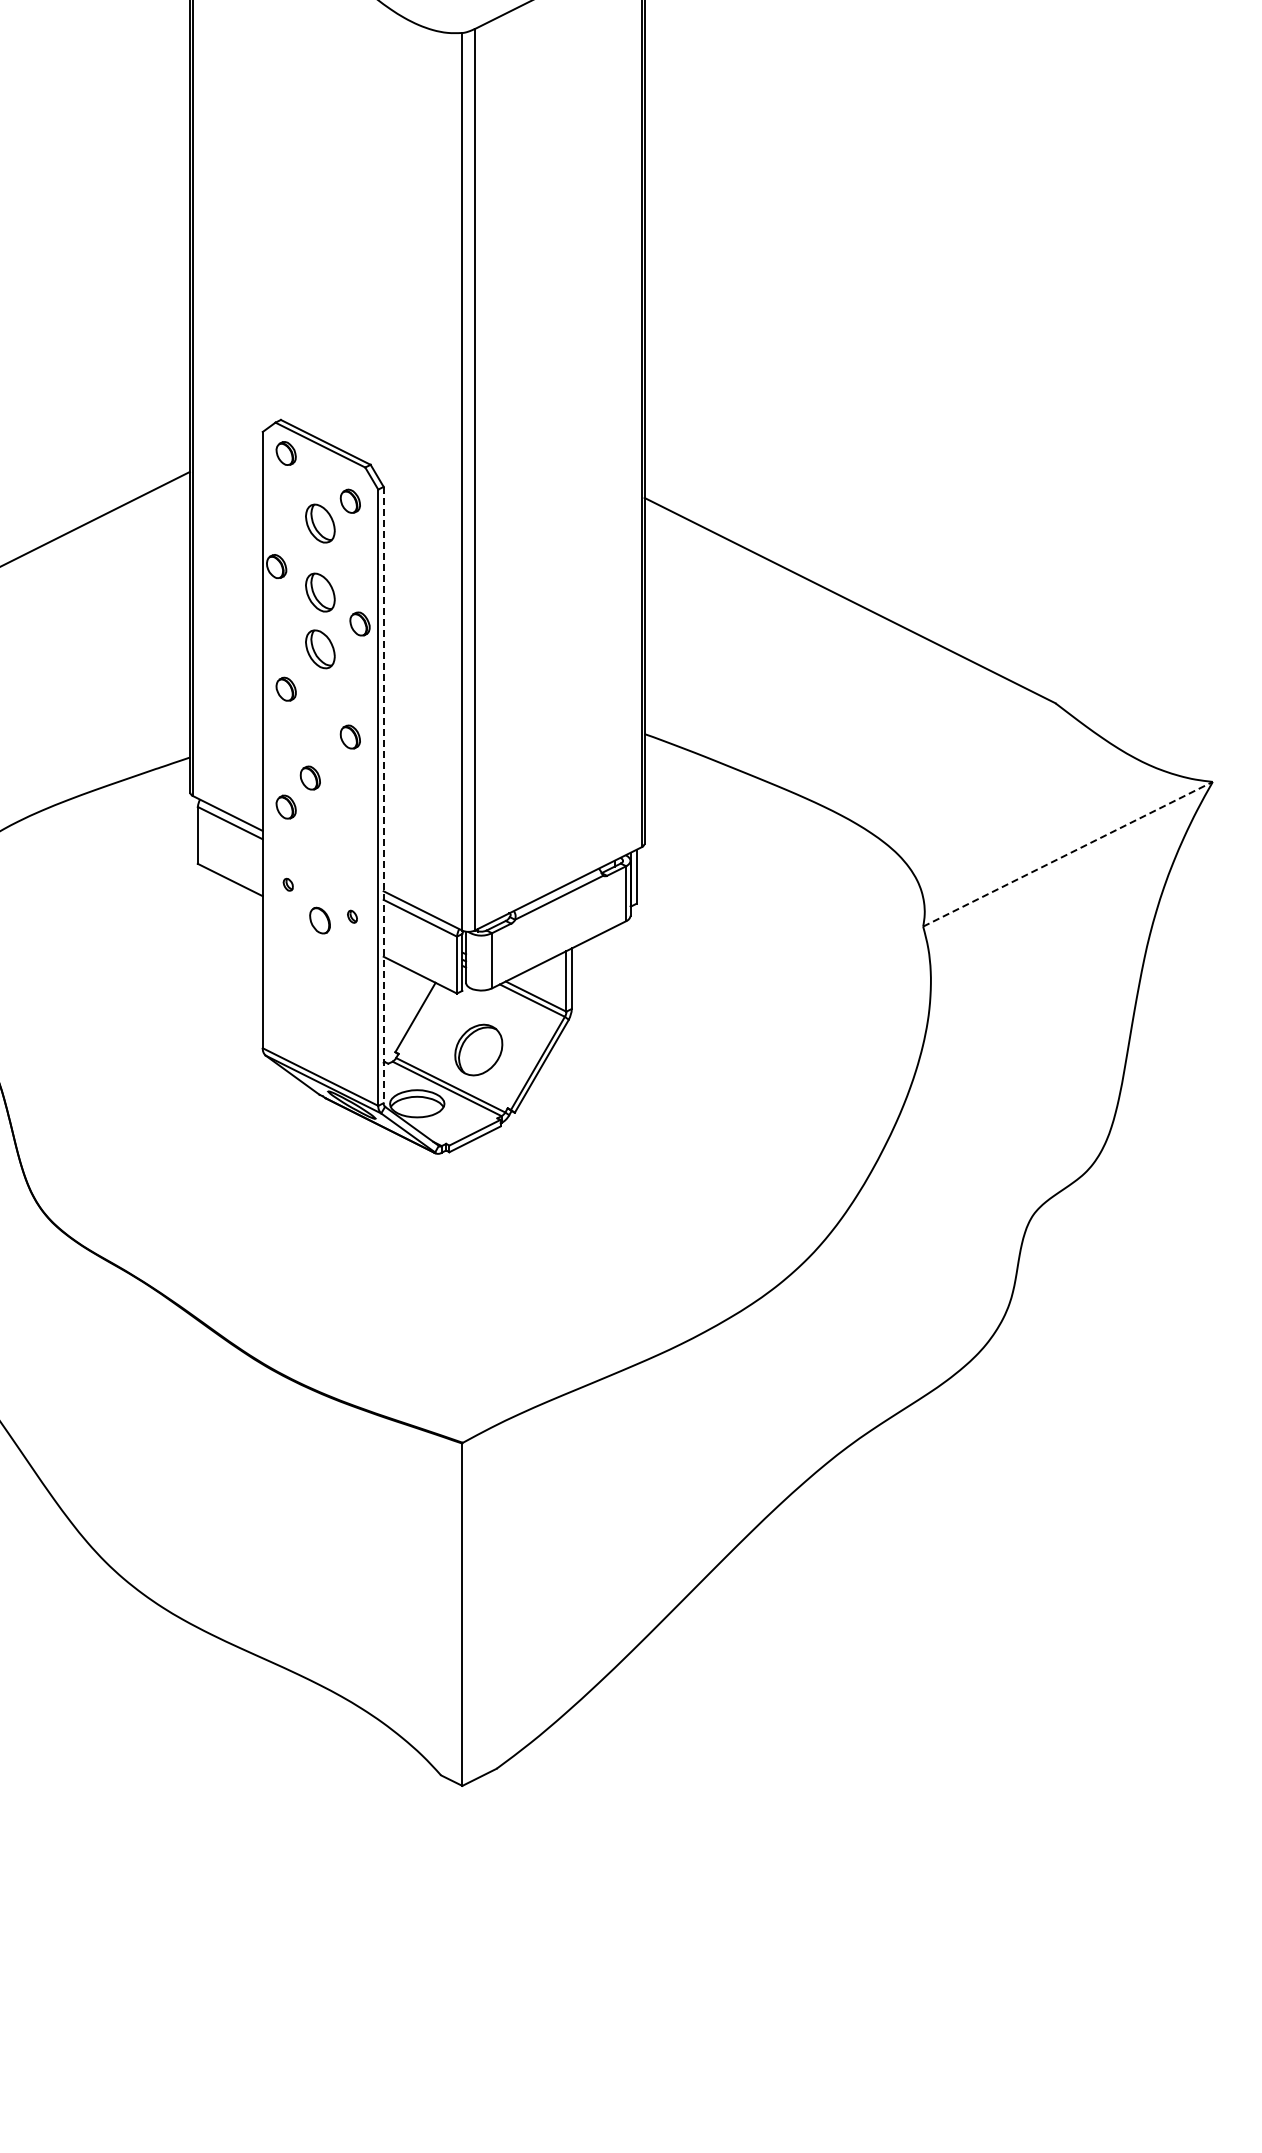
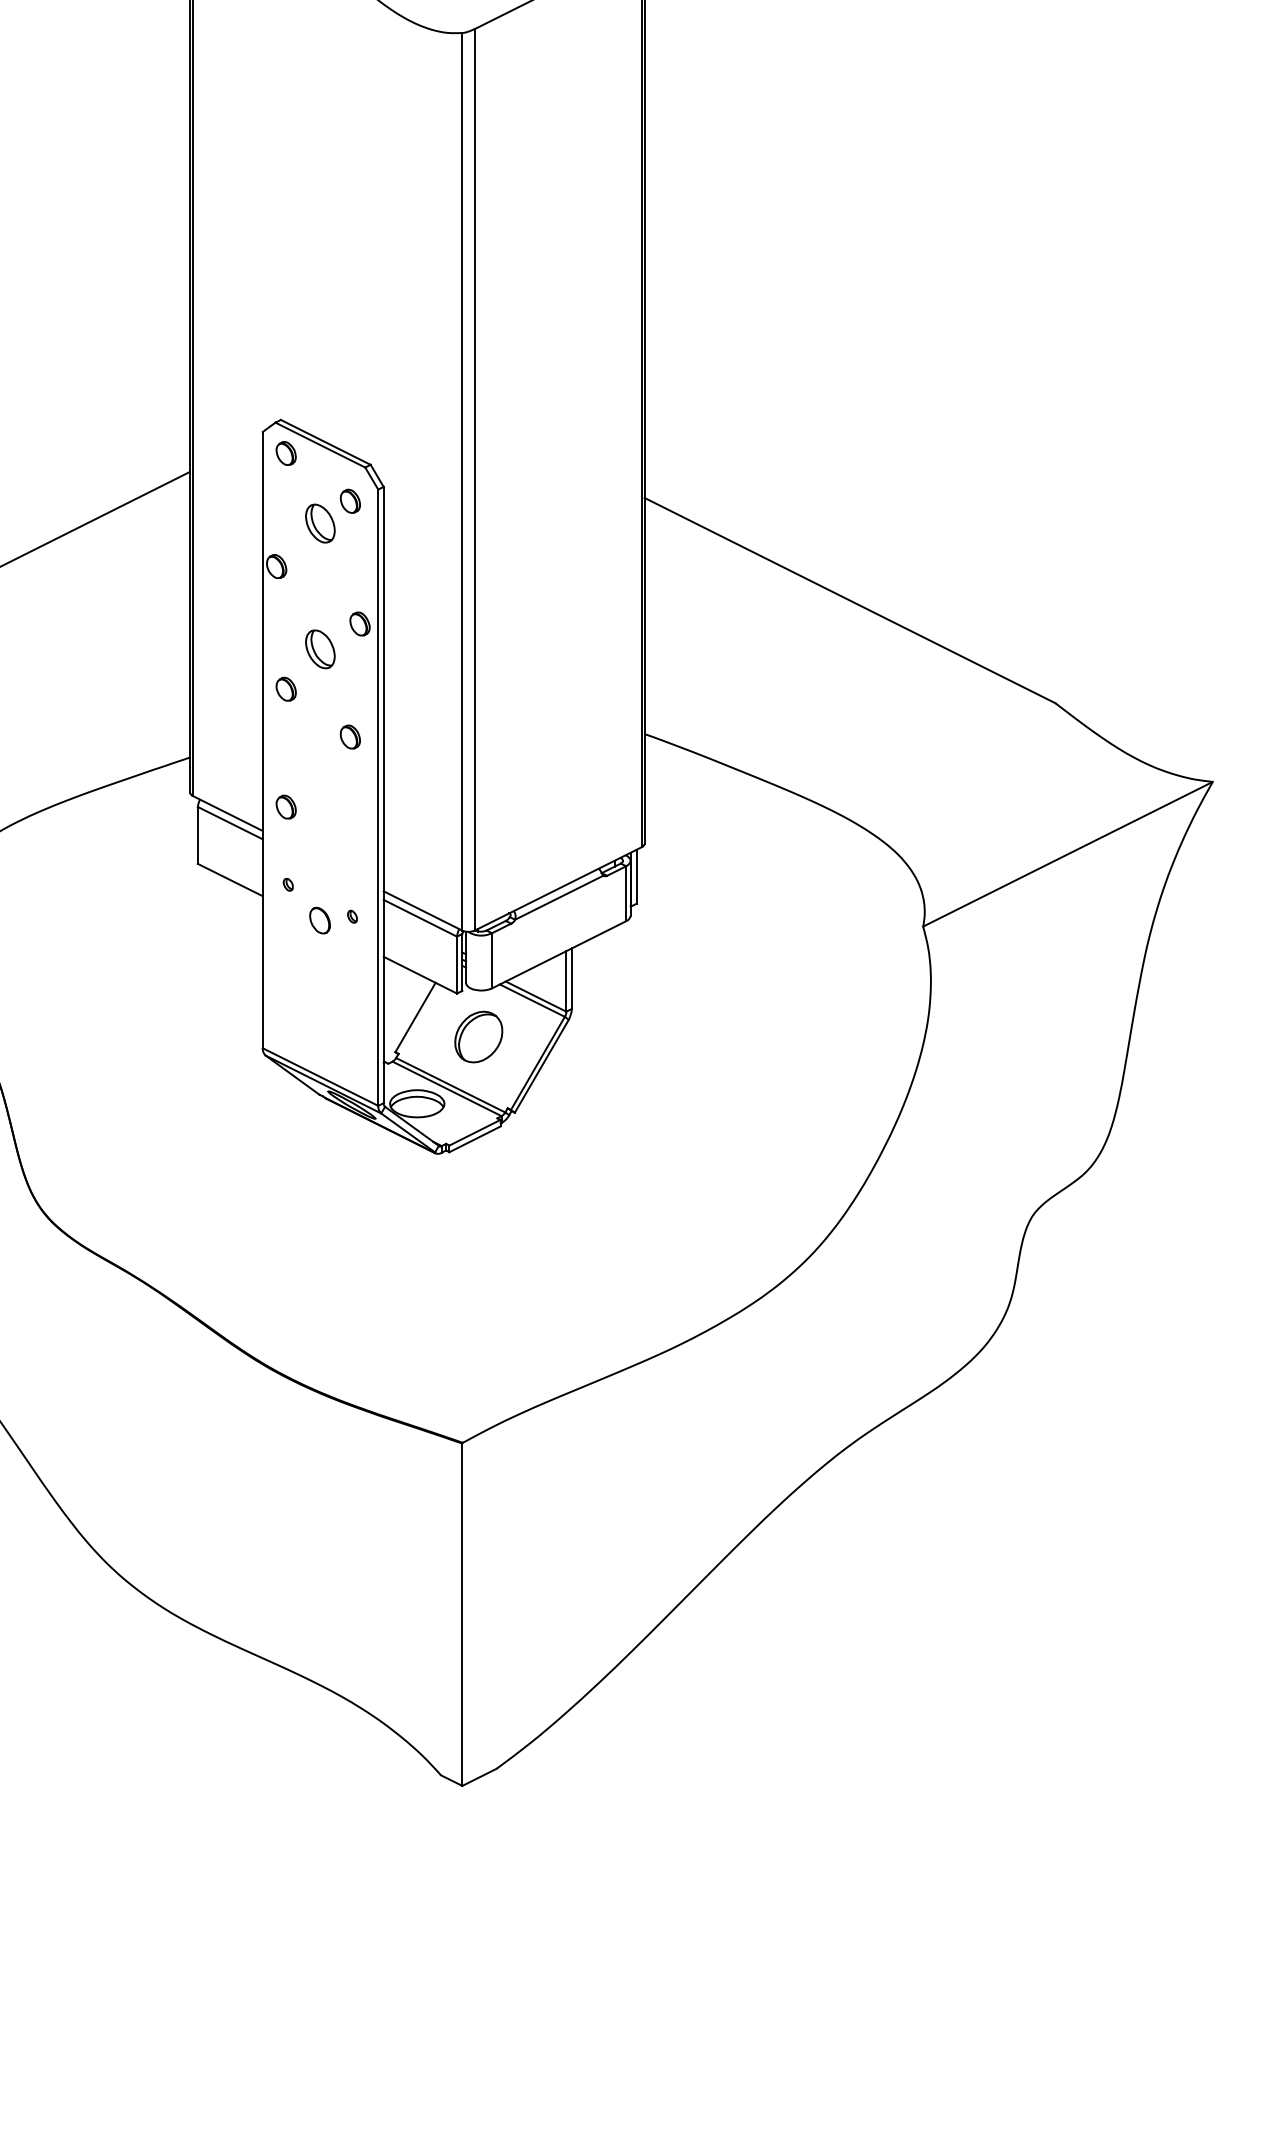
part at (320, 592): present -> none
part at (309, 777): present -> none
line at (383, 795): dashed -> solid
line at (1067, 854): dashed -> solid
part at (478, 1049) position: (478, 1049) -> (478, 1036)
